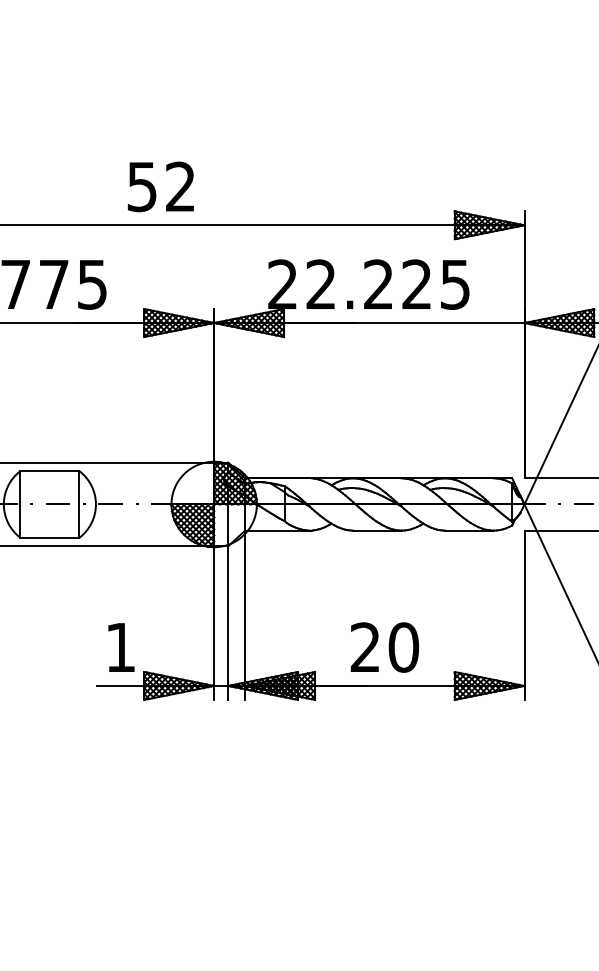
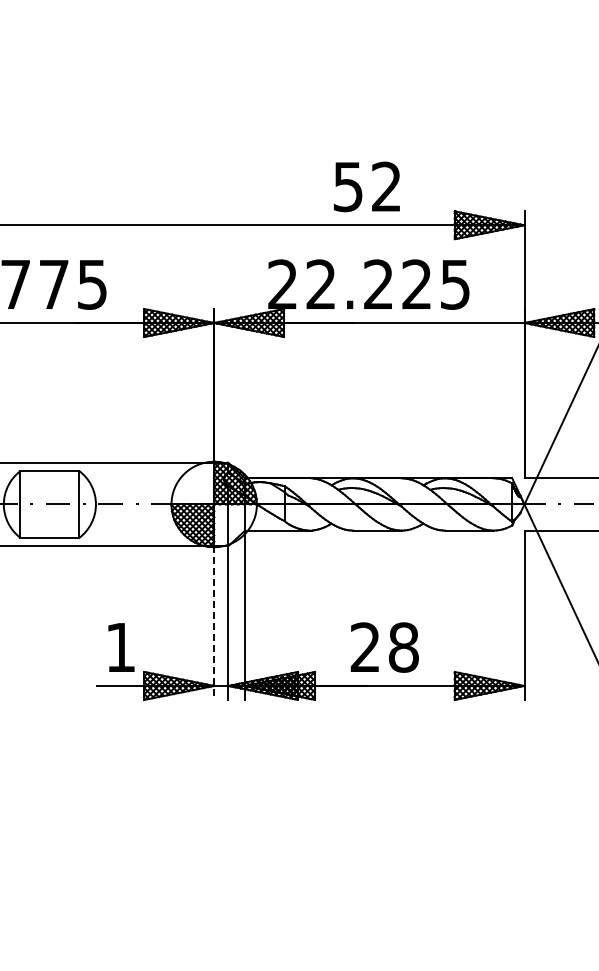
text at (160, 186) position: (160, 186) -> (366, 186)
line at (214, 623): solid -> dashed
text at (403, 647): 20 -> 28
